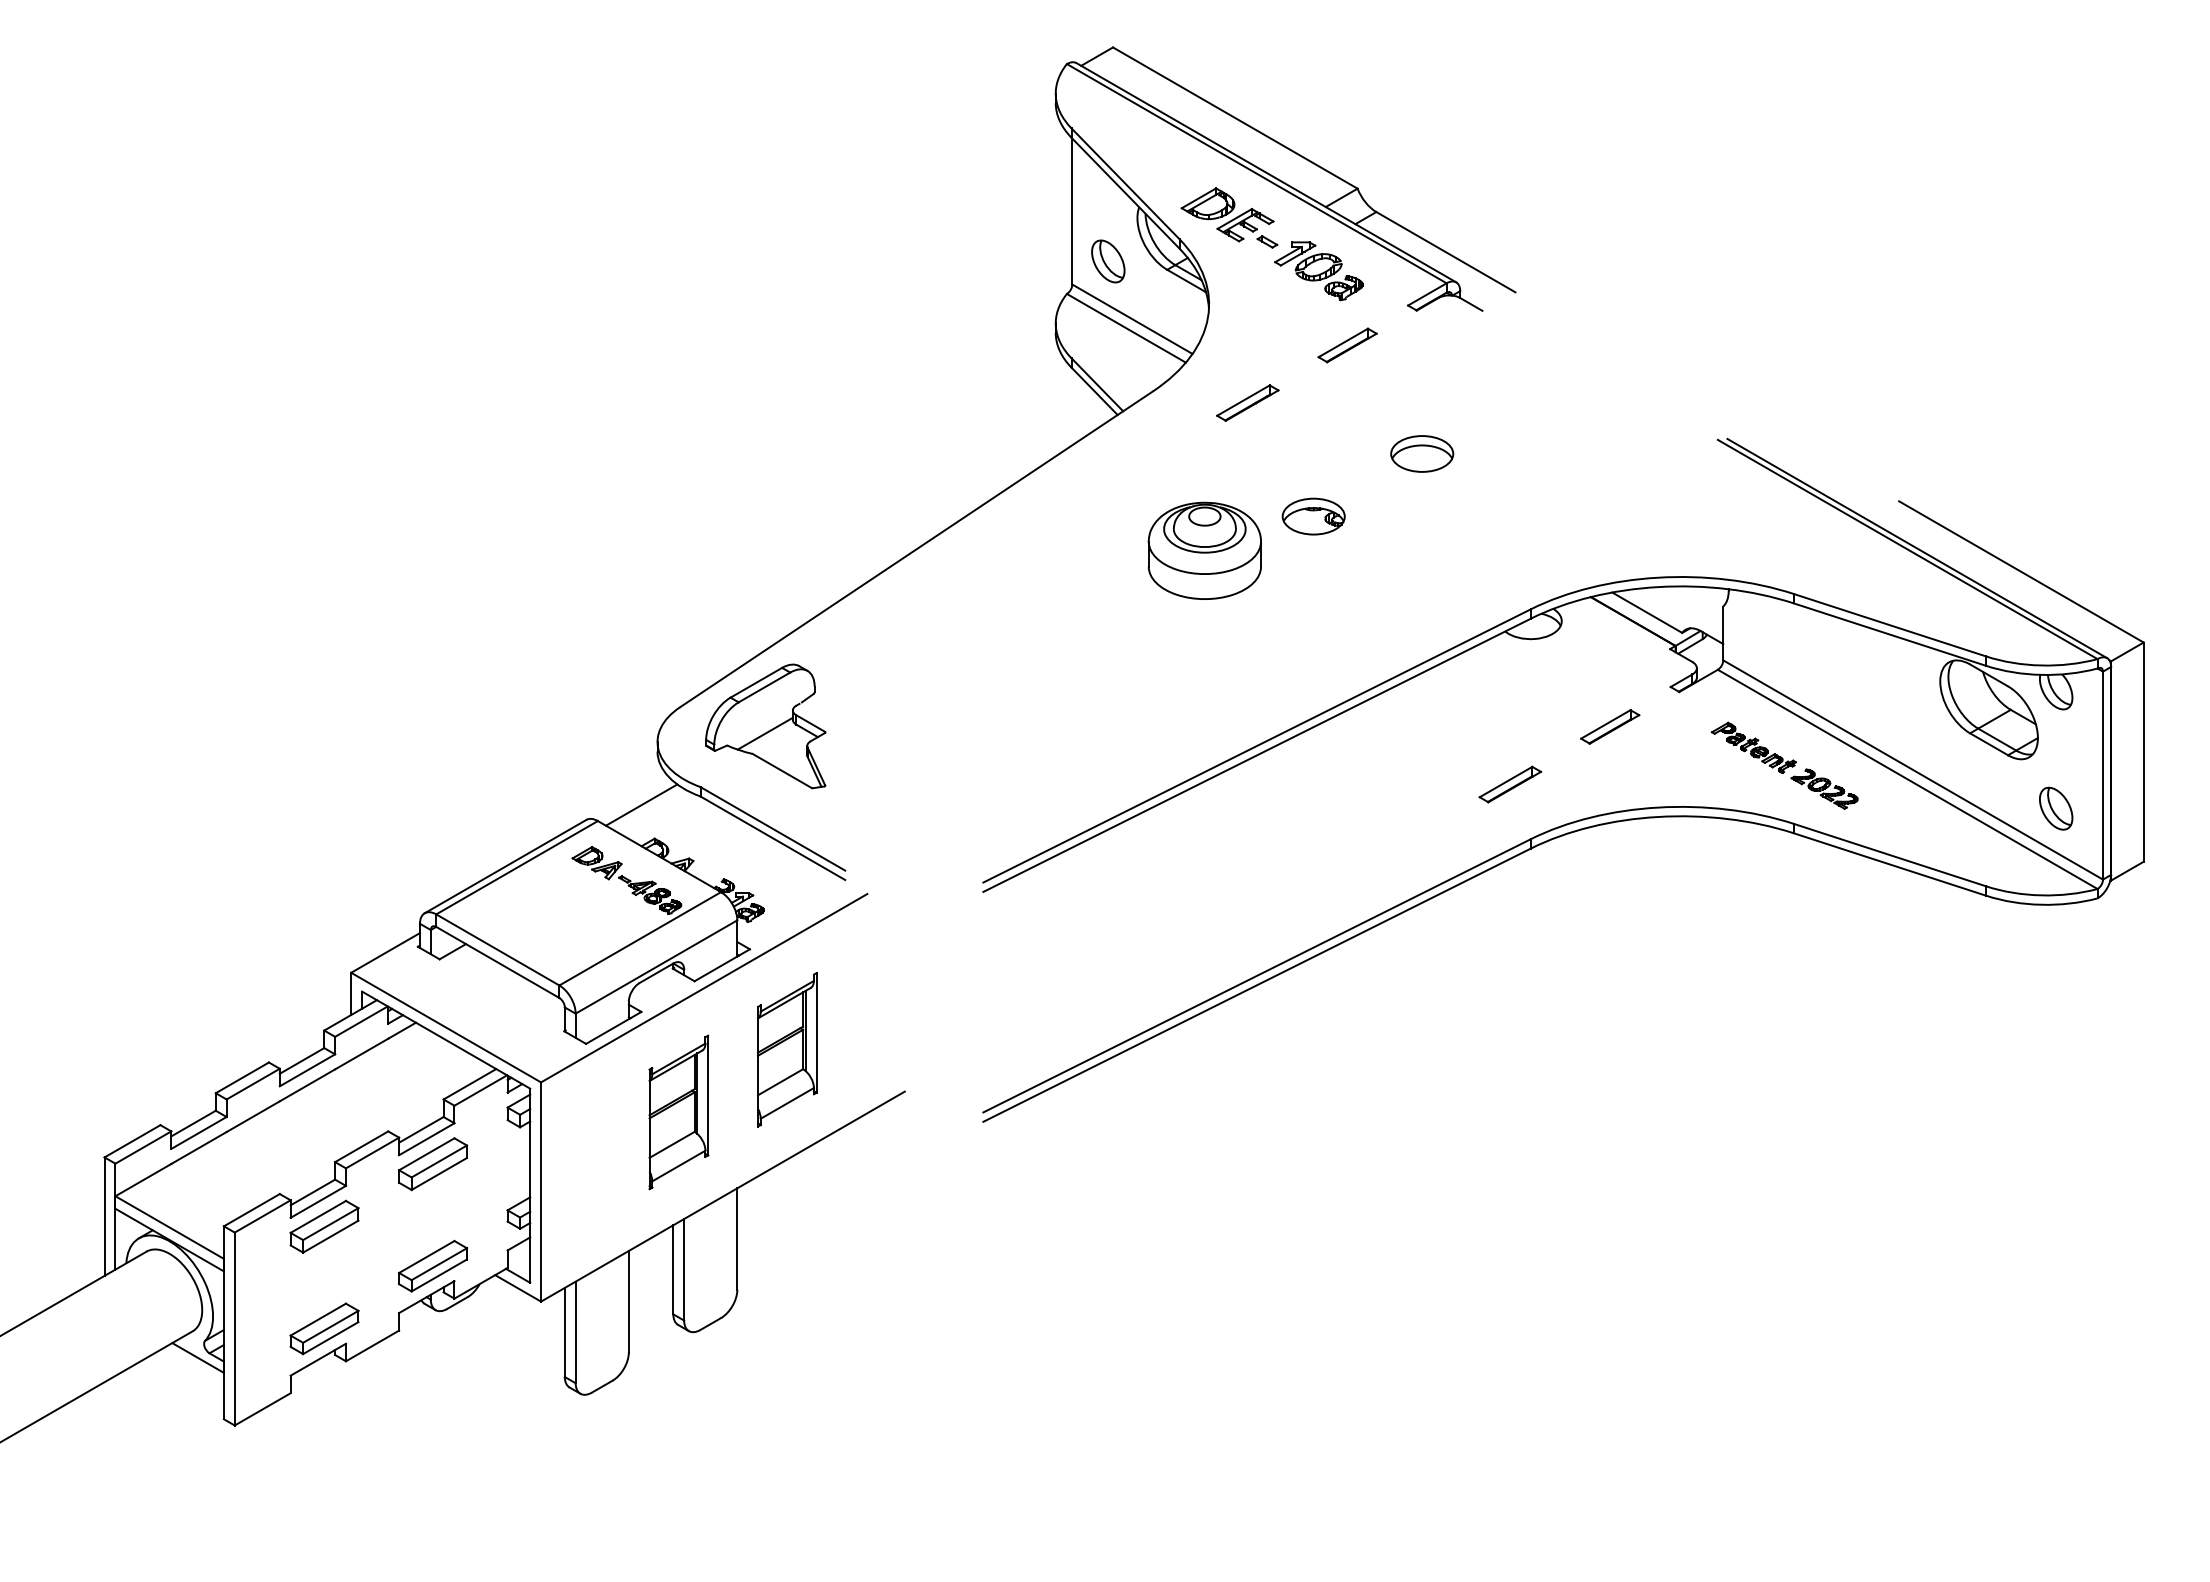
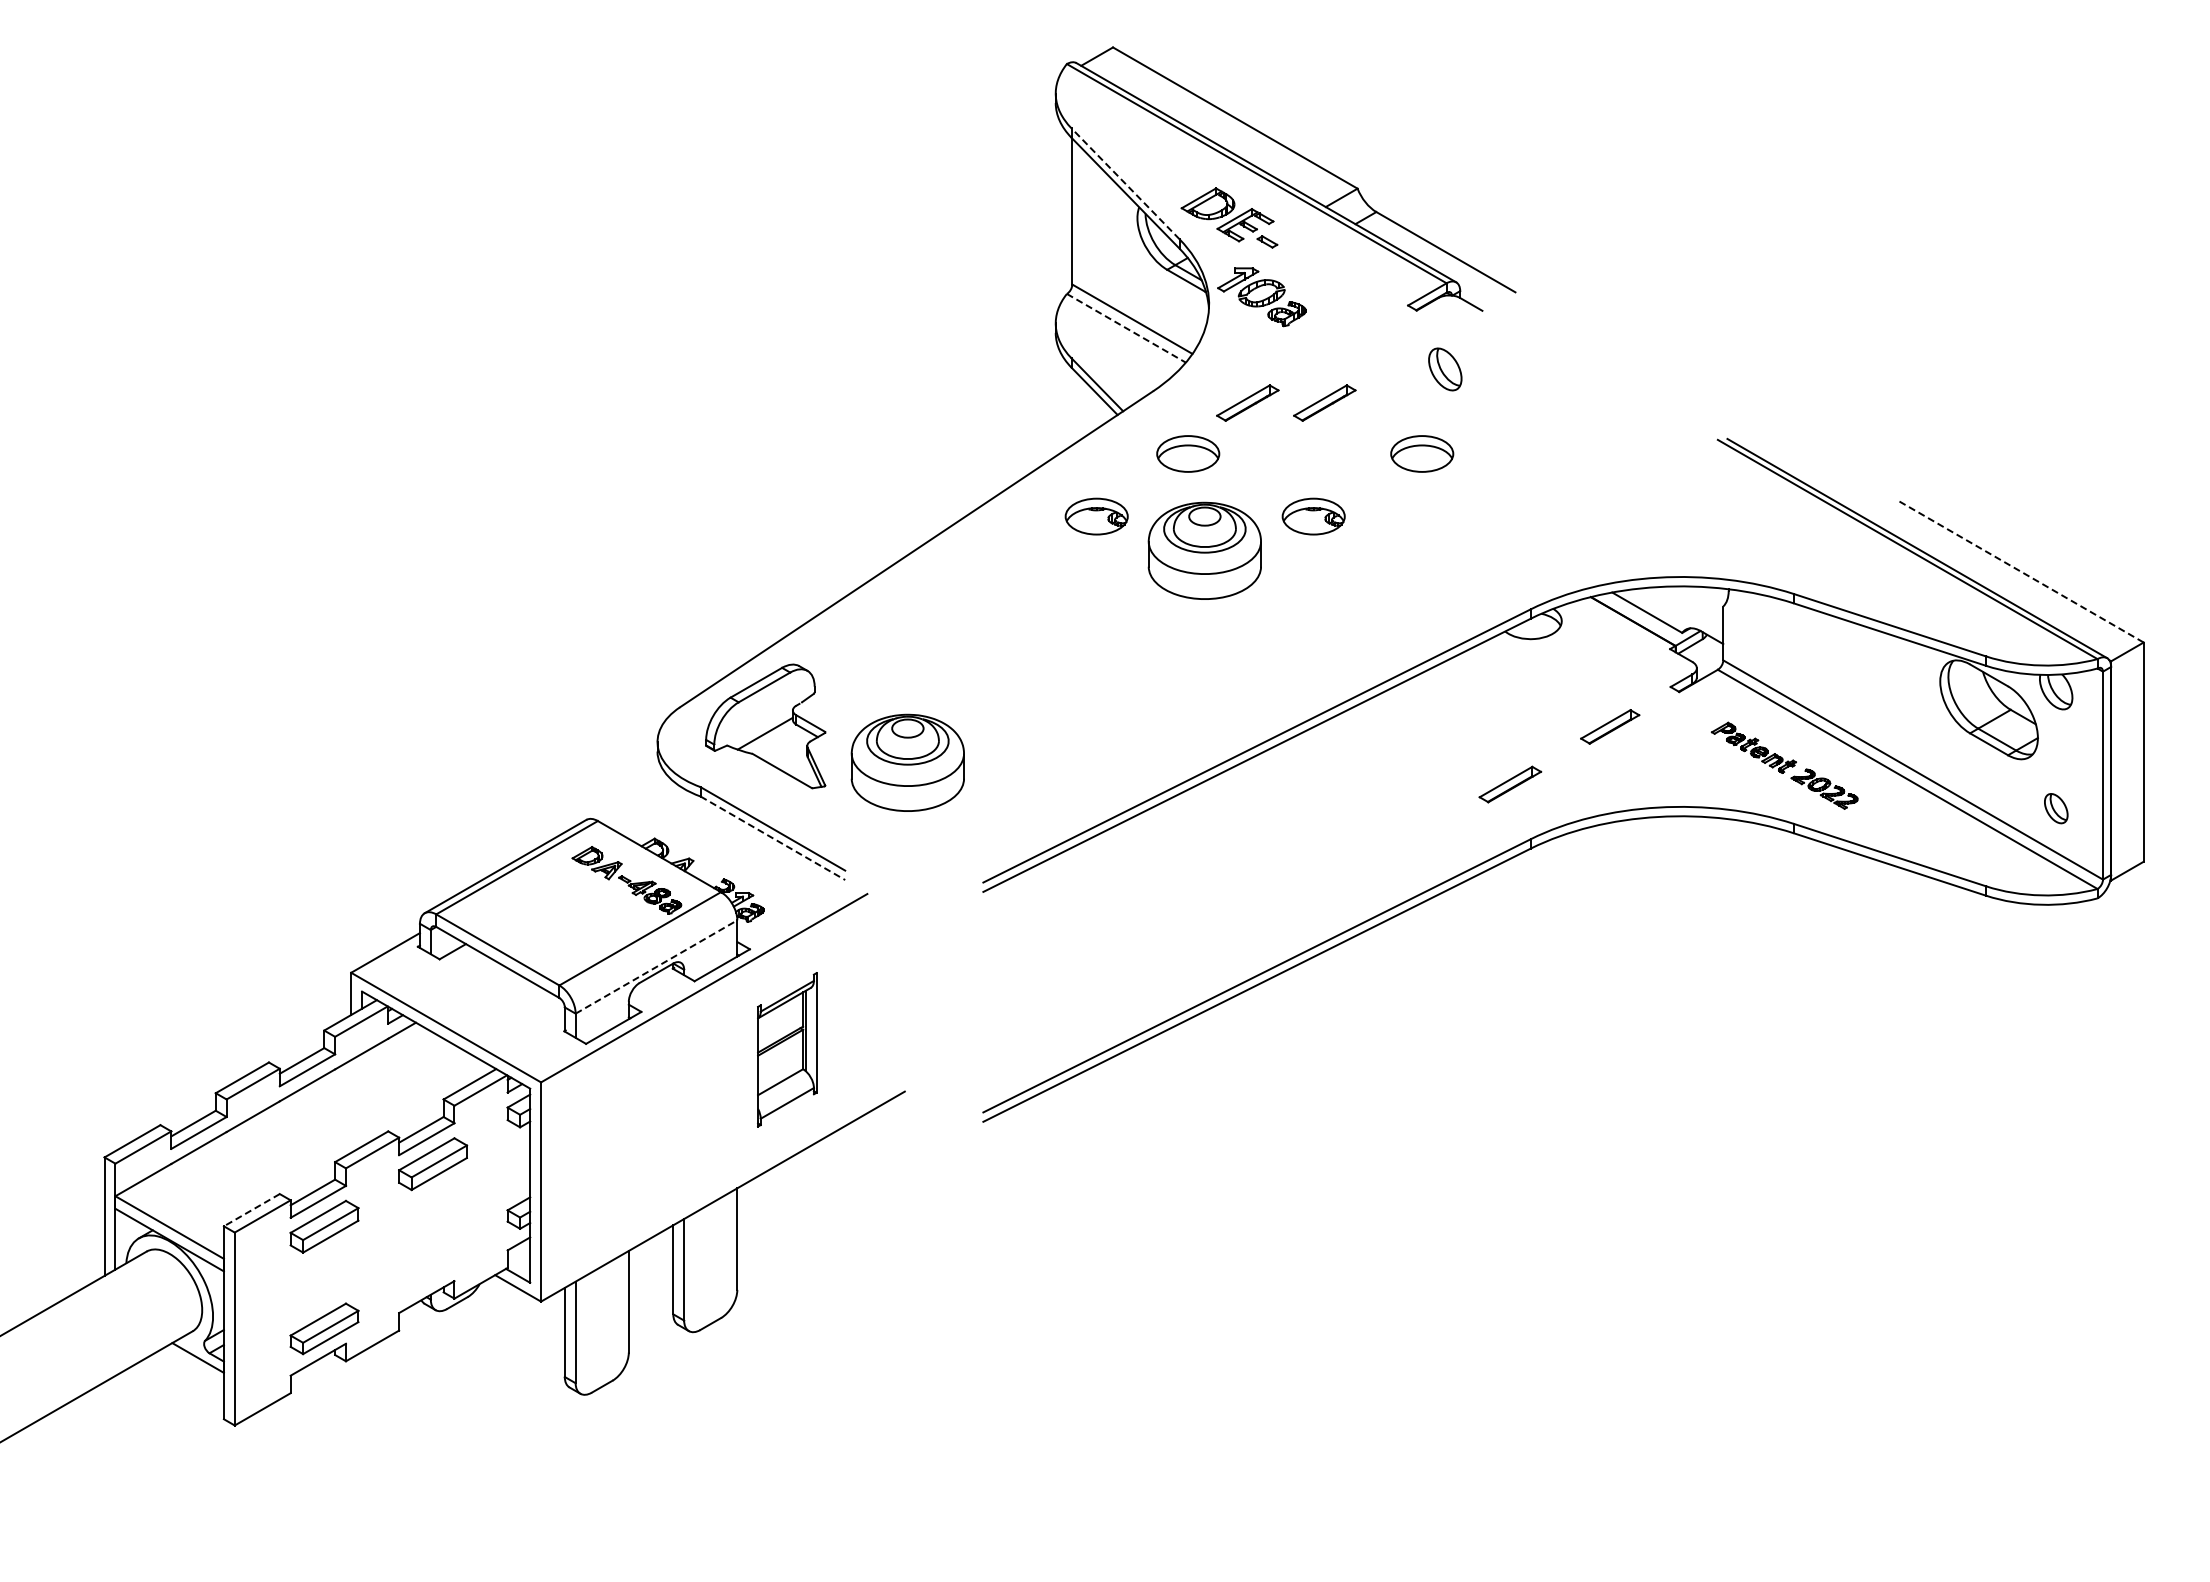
line at (1125, 183): solid -> dashed
part at (1108, 261) position: (1108, 261) -> (1445, 369)
part at (1318, 271) position: (1318, 271) -> (1261, 297)
line at (1126, 328): solid -> dashed
part at (1347, 345): present -> none
part at (1324, 402): none -> present
part at (1188, 453): none -> present
part at (1096, 516): none -> present
line at (2020, 571): solid -> dashed
part at (907, 762): none -> present
line at (641, 804): present -> none
part at (2056, 808) size: 35x45 px -> 25x32 px
line at (772, 838): solid -> dashed
line at (656, 966): solid -> dashed
part at (678, 1112): present -> none
line at (251, 1210): solid -> dashed
part at (433, 1265): present -> none
